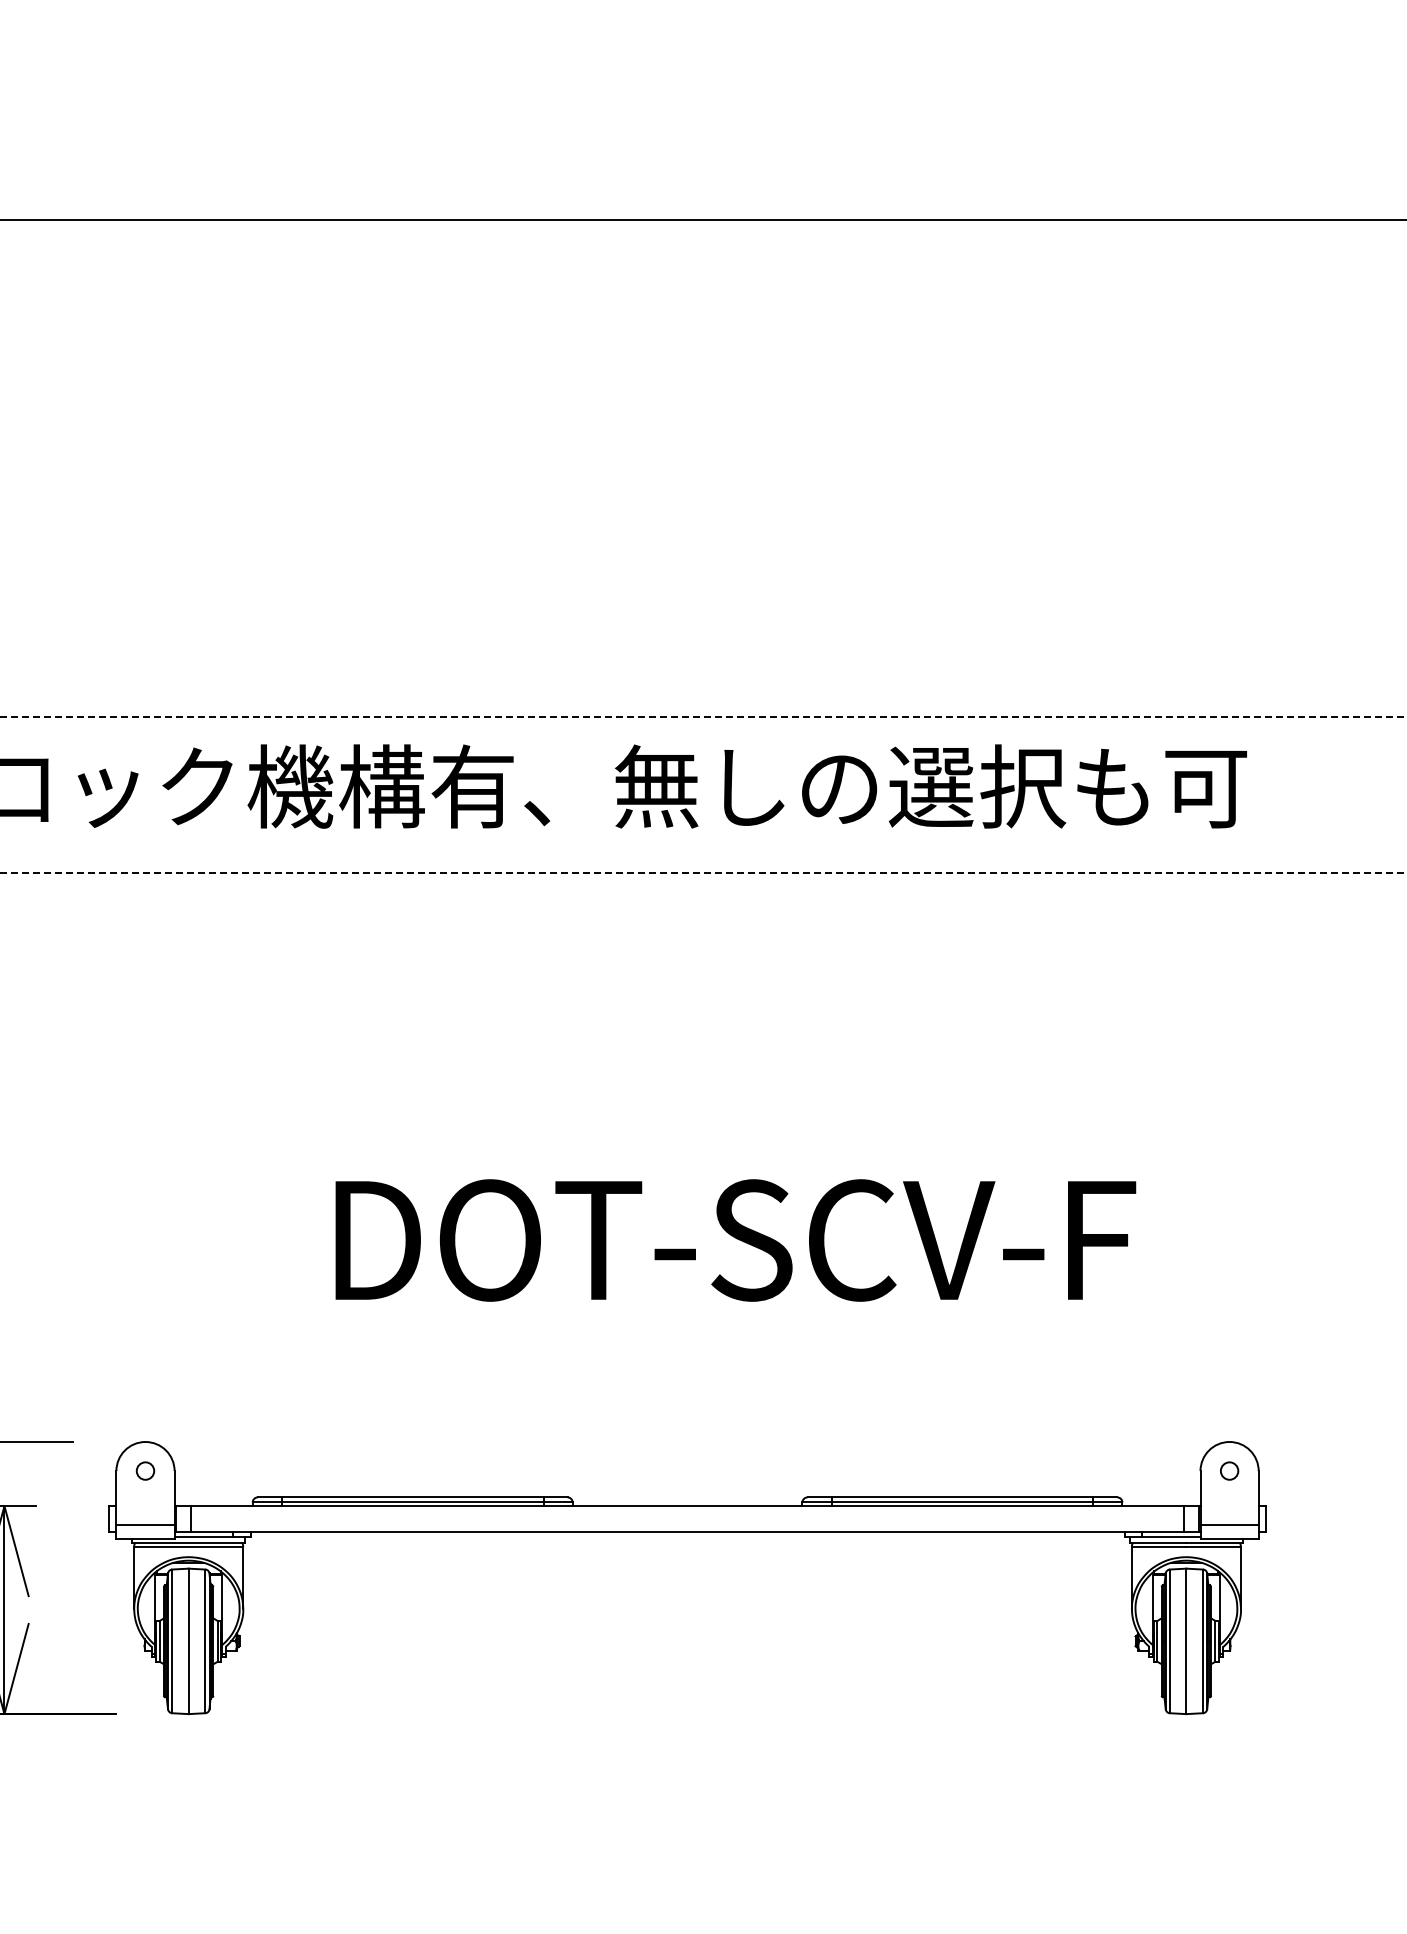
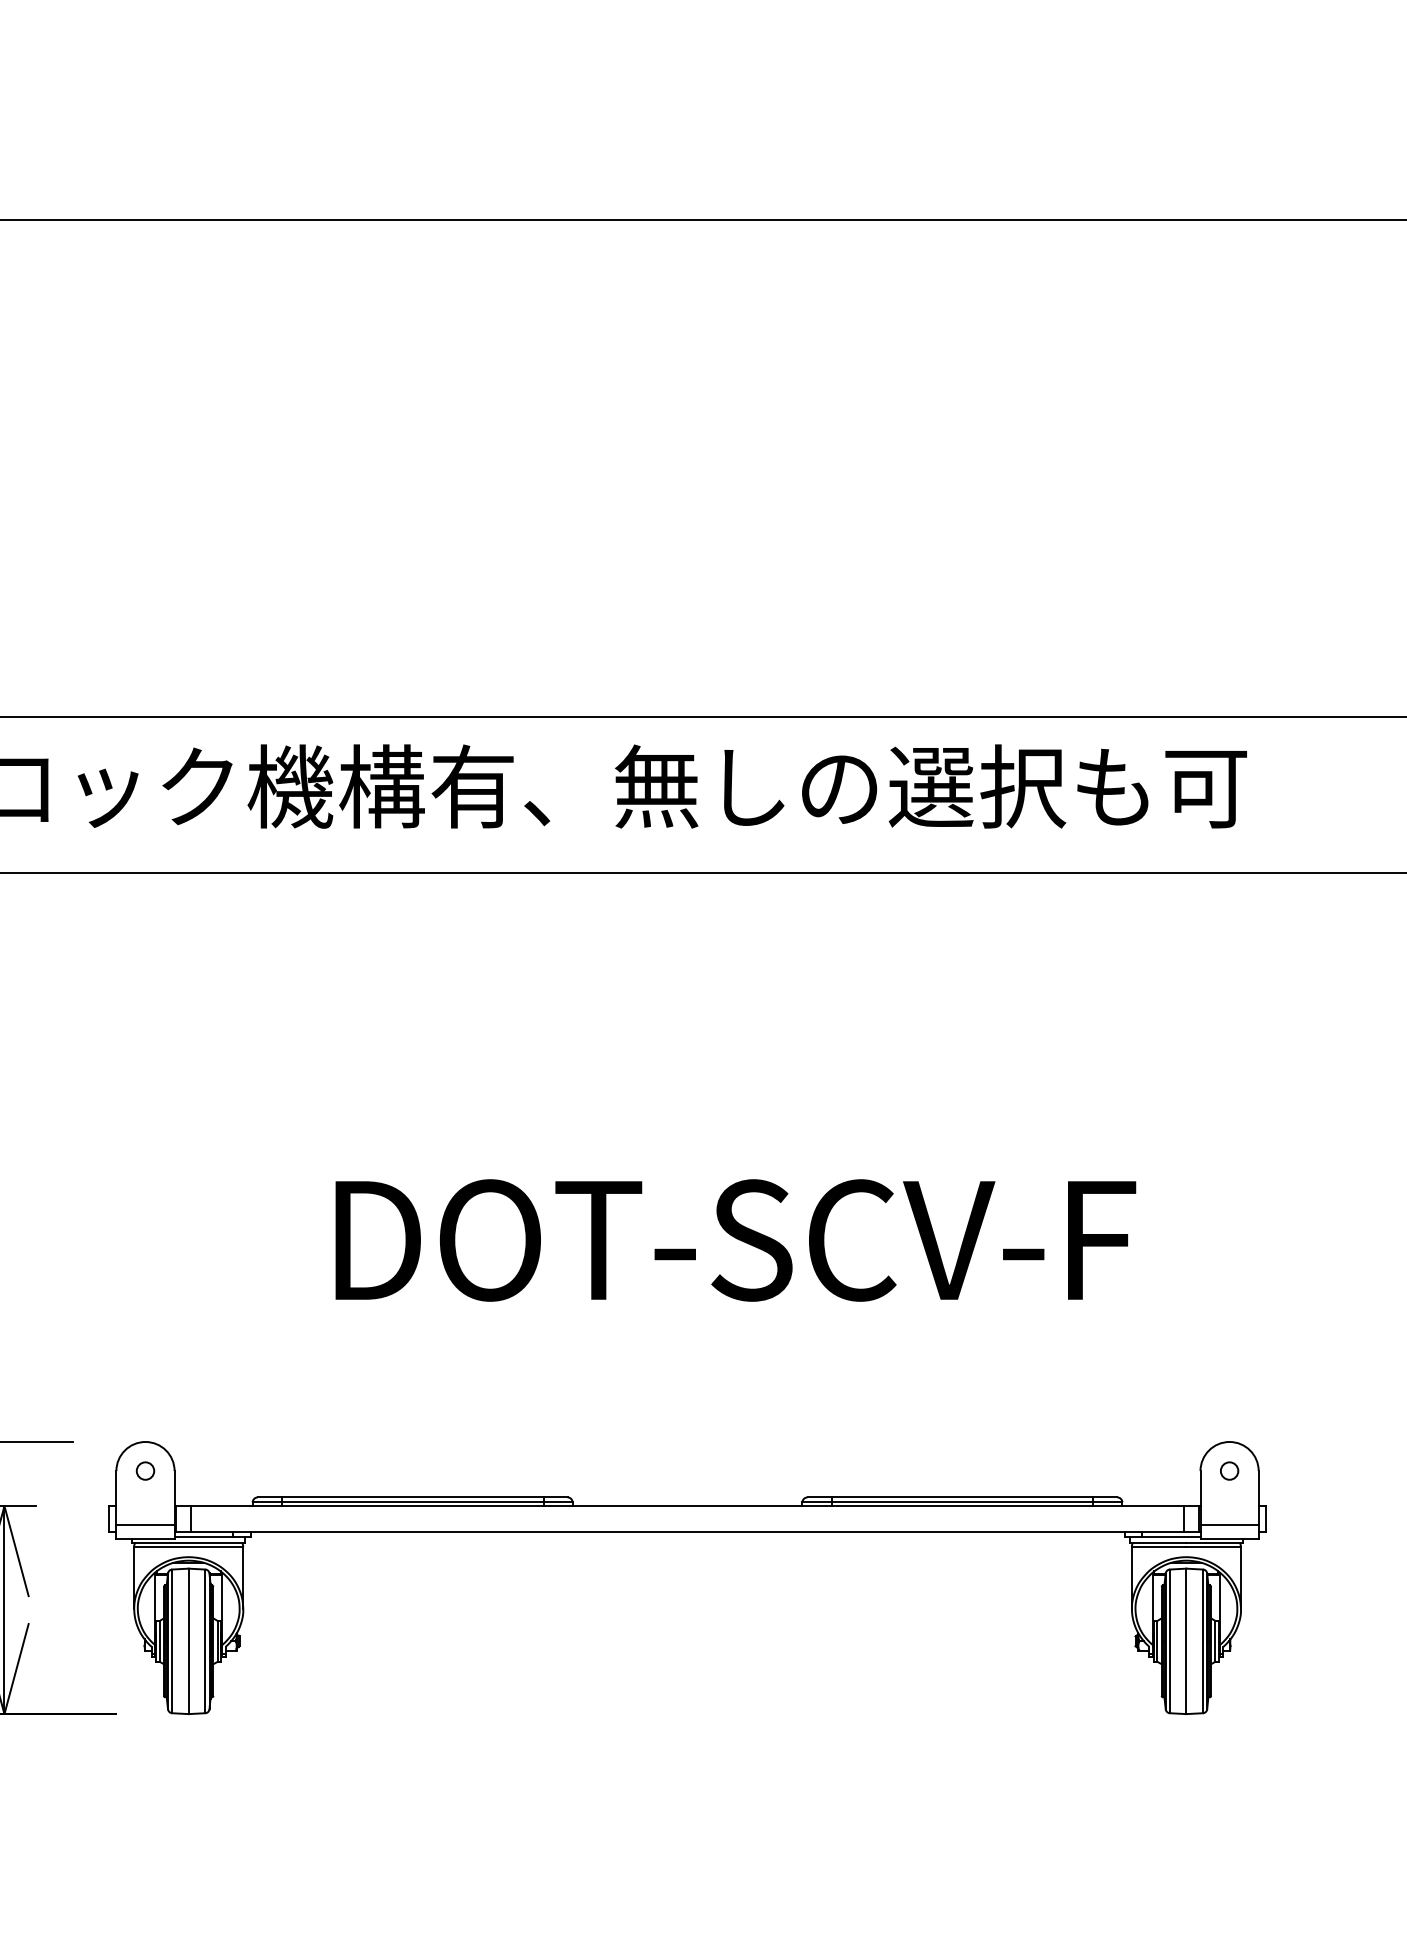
line at (703, 717): dashed -> solid
line at (703, 873): dashed -> solid
